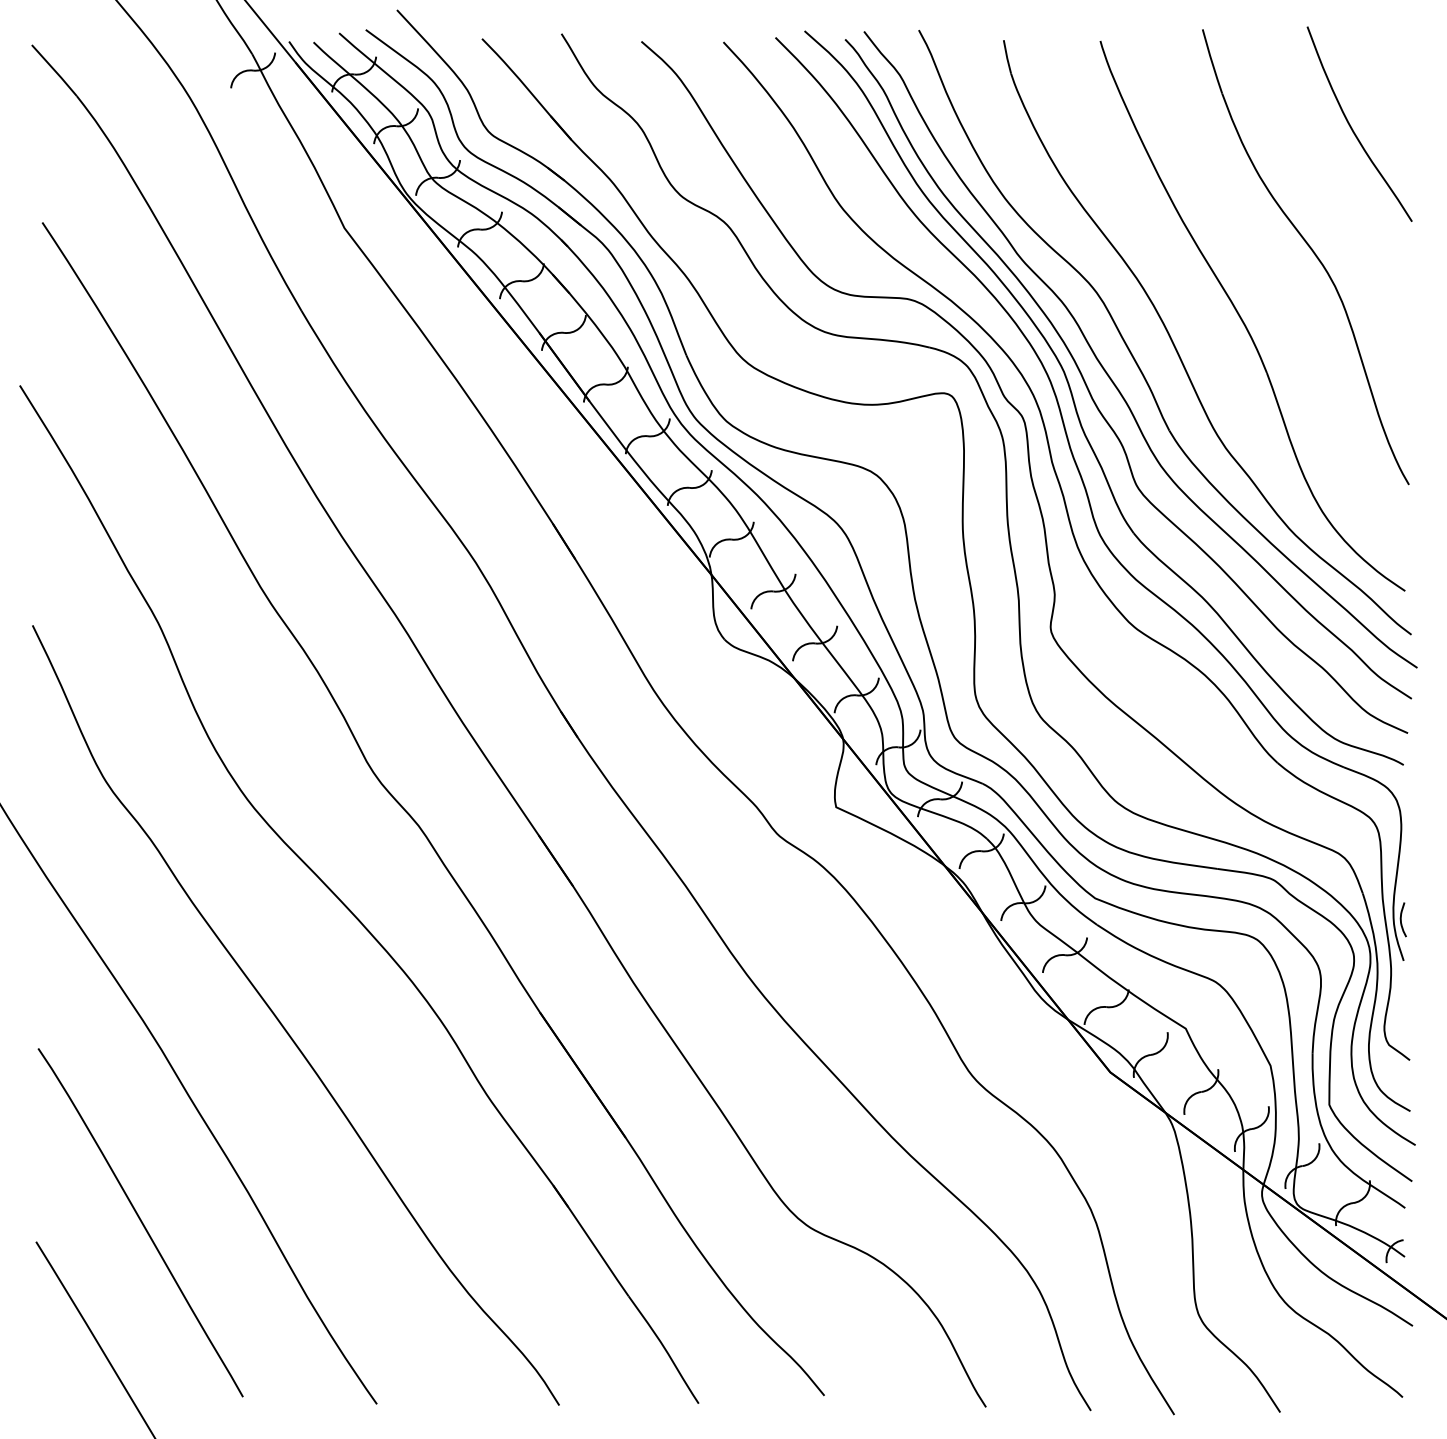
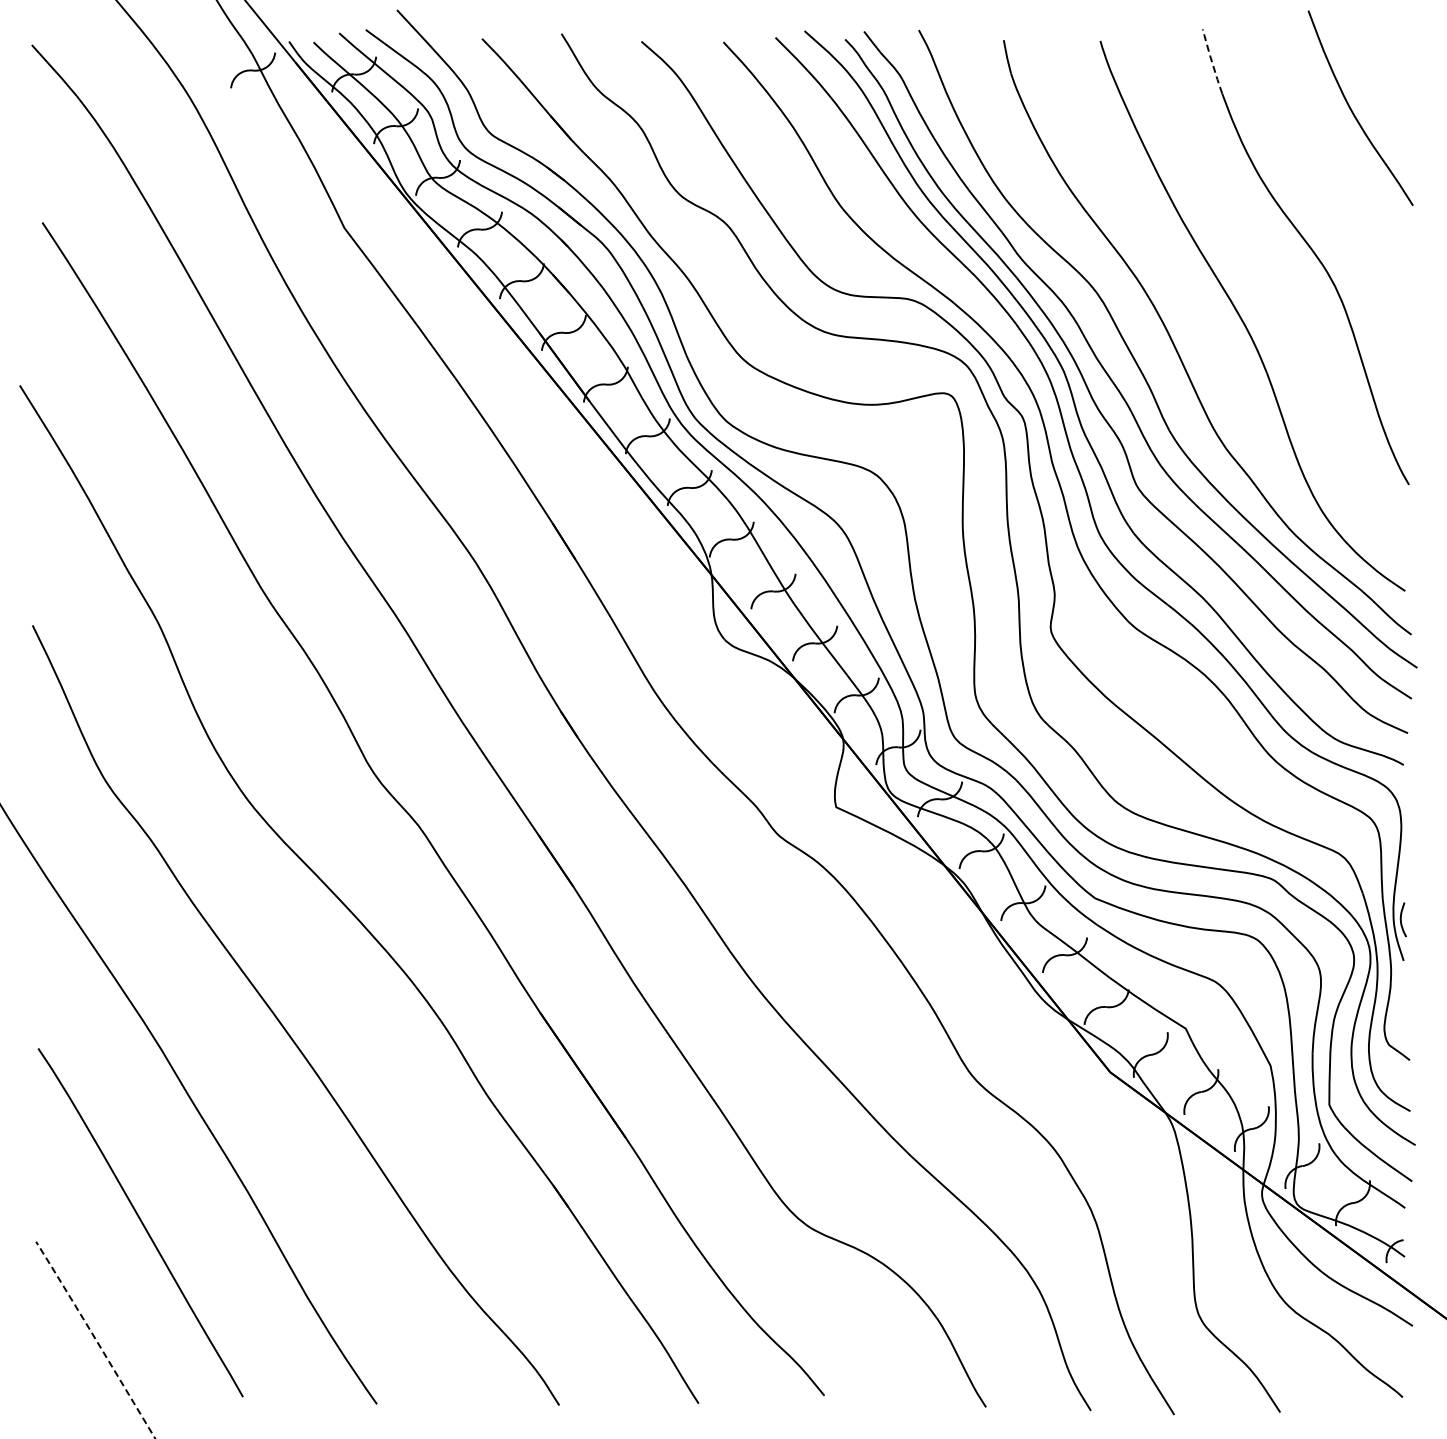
line at (1211, 61): solid -> dashed
curve at (1352, 127) position: (1352, 127) -> (1353, 111)
line at (94, 1338): solid -> dashed
